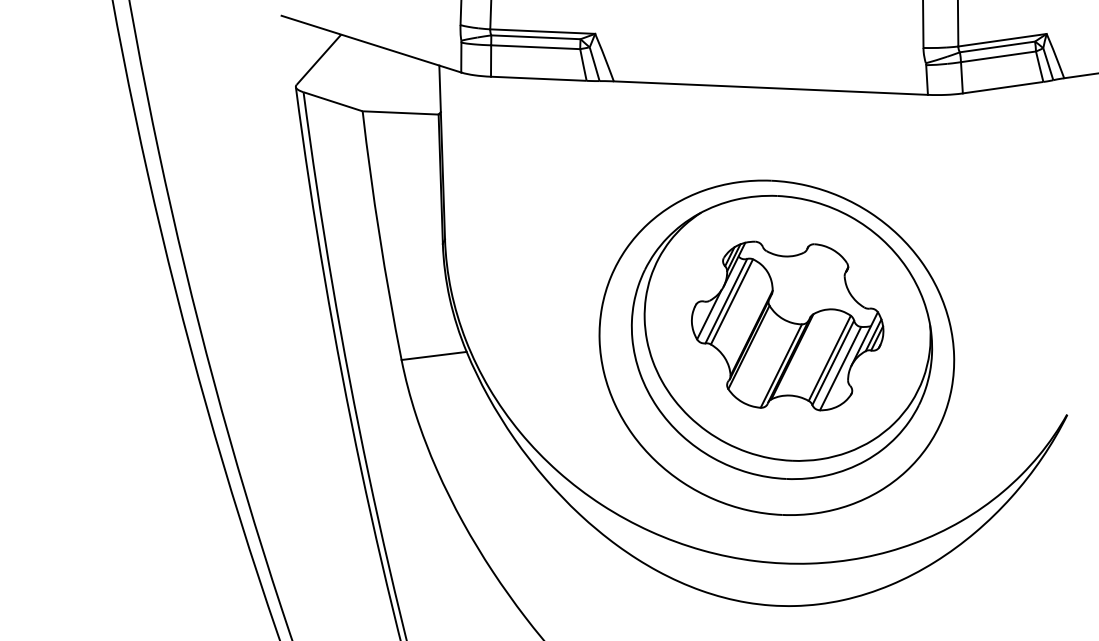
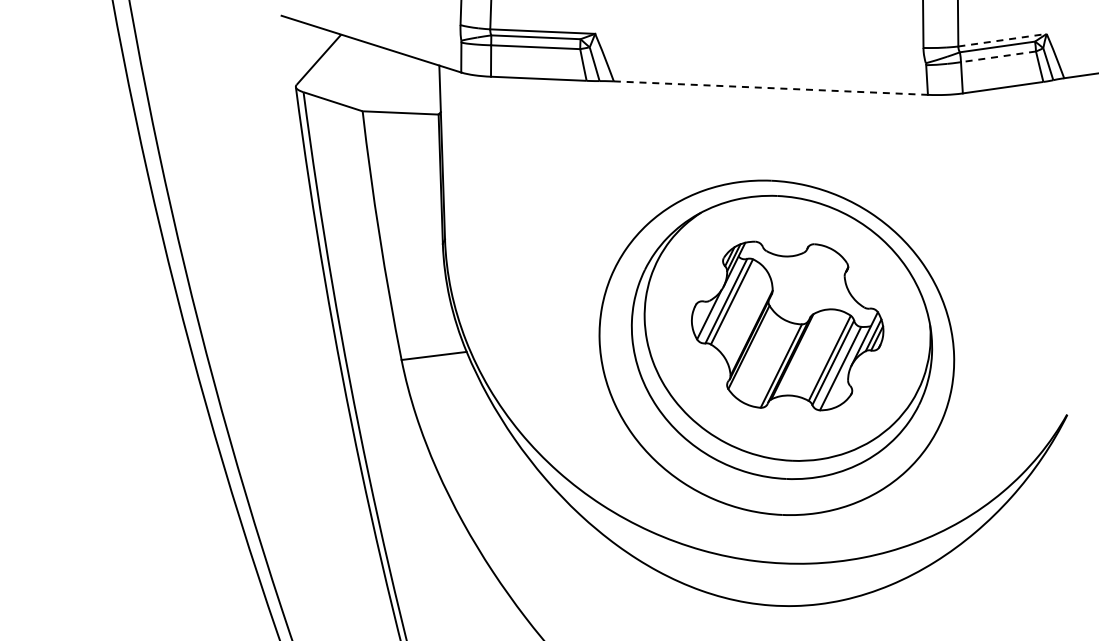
line at (1002, 40): solid -> dashed
line at (998, 56): solid -> dashed
line at (771, 88): solid -> dashed
